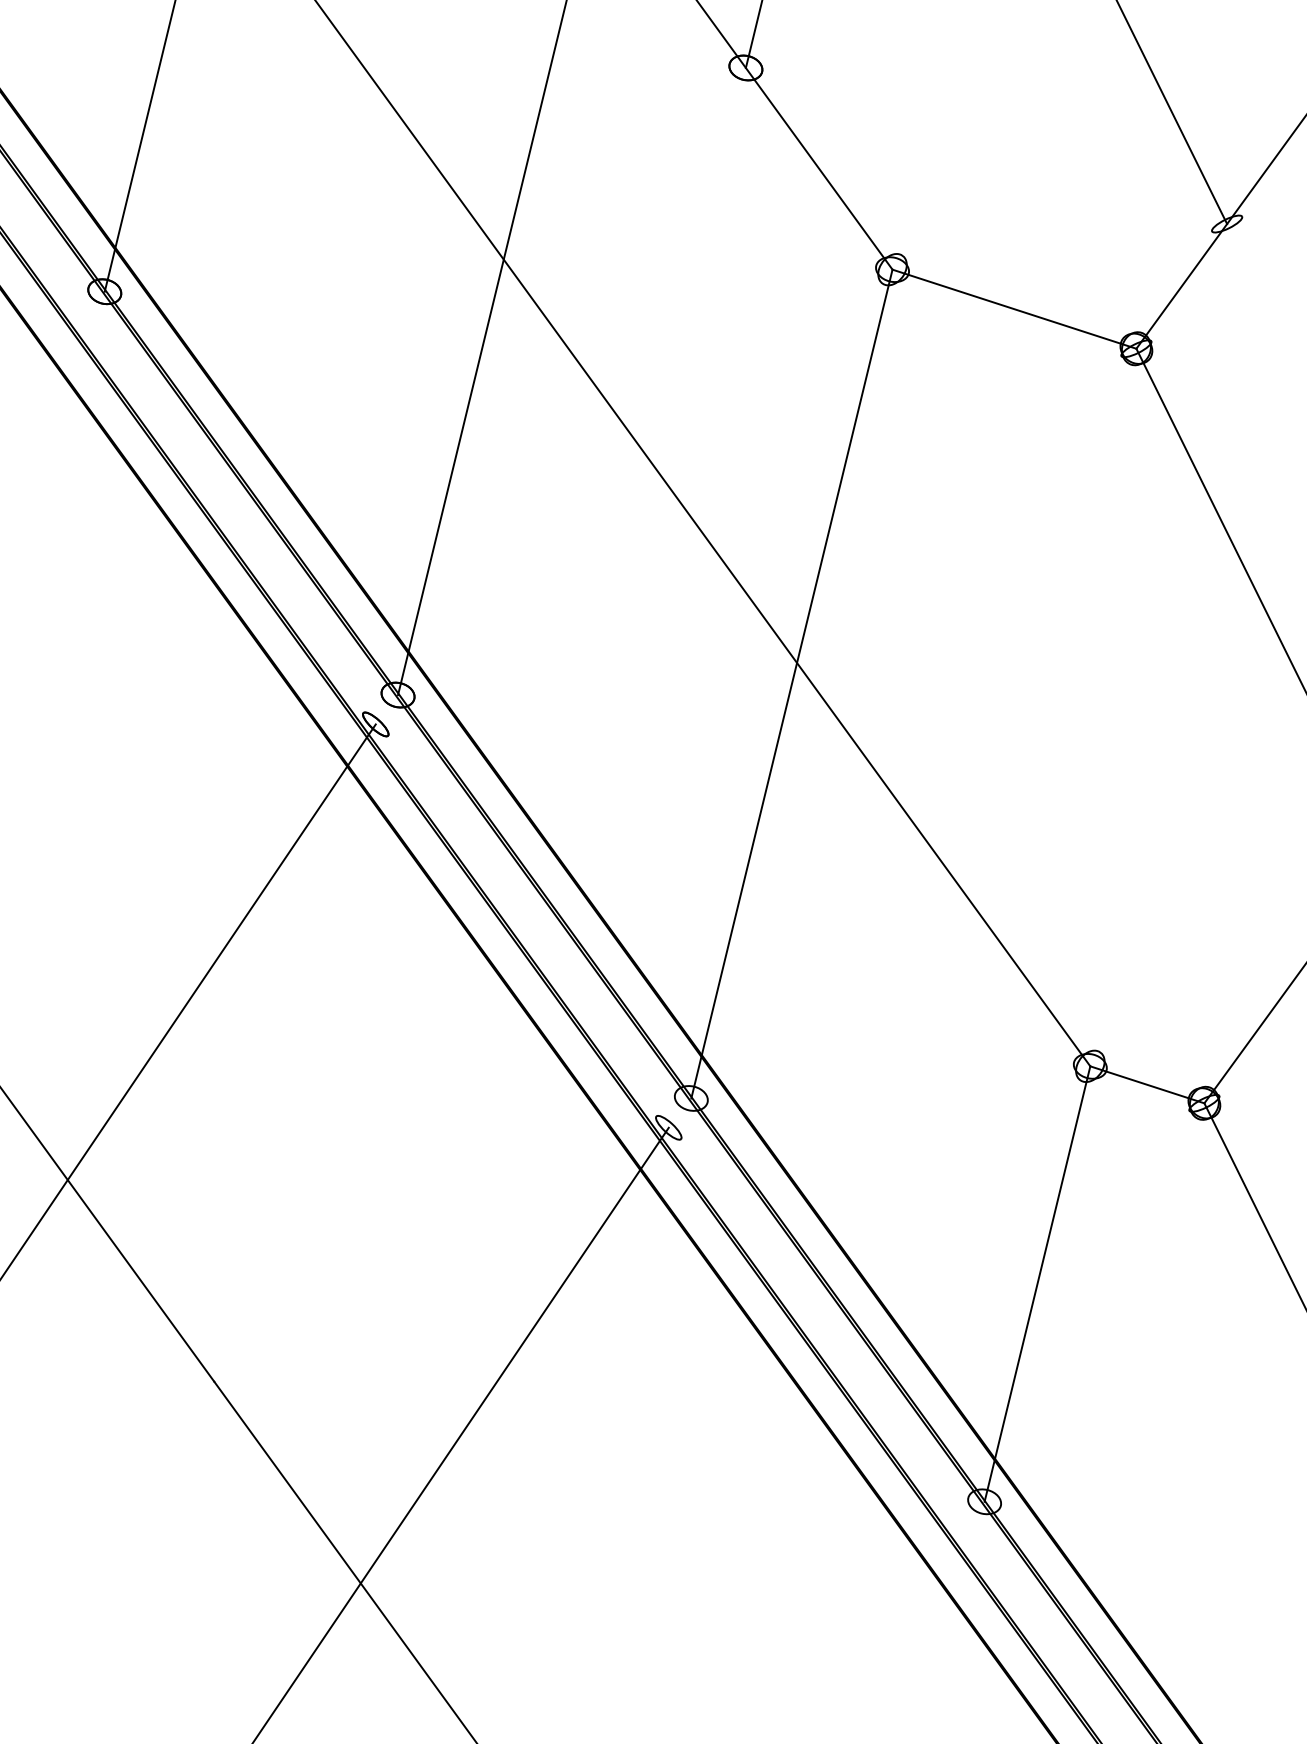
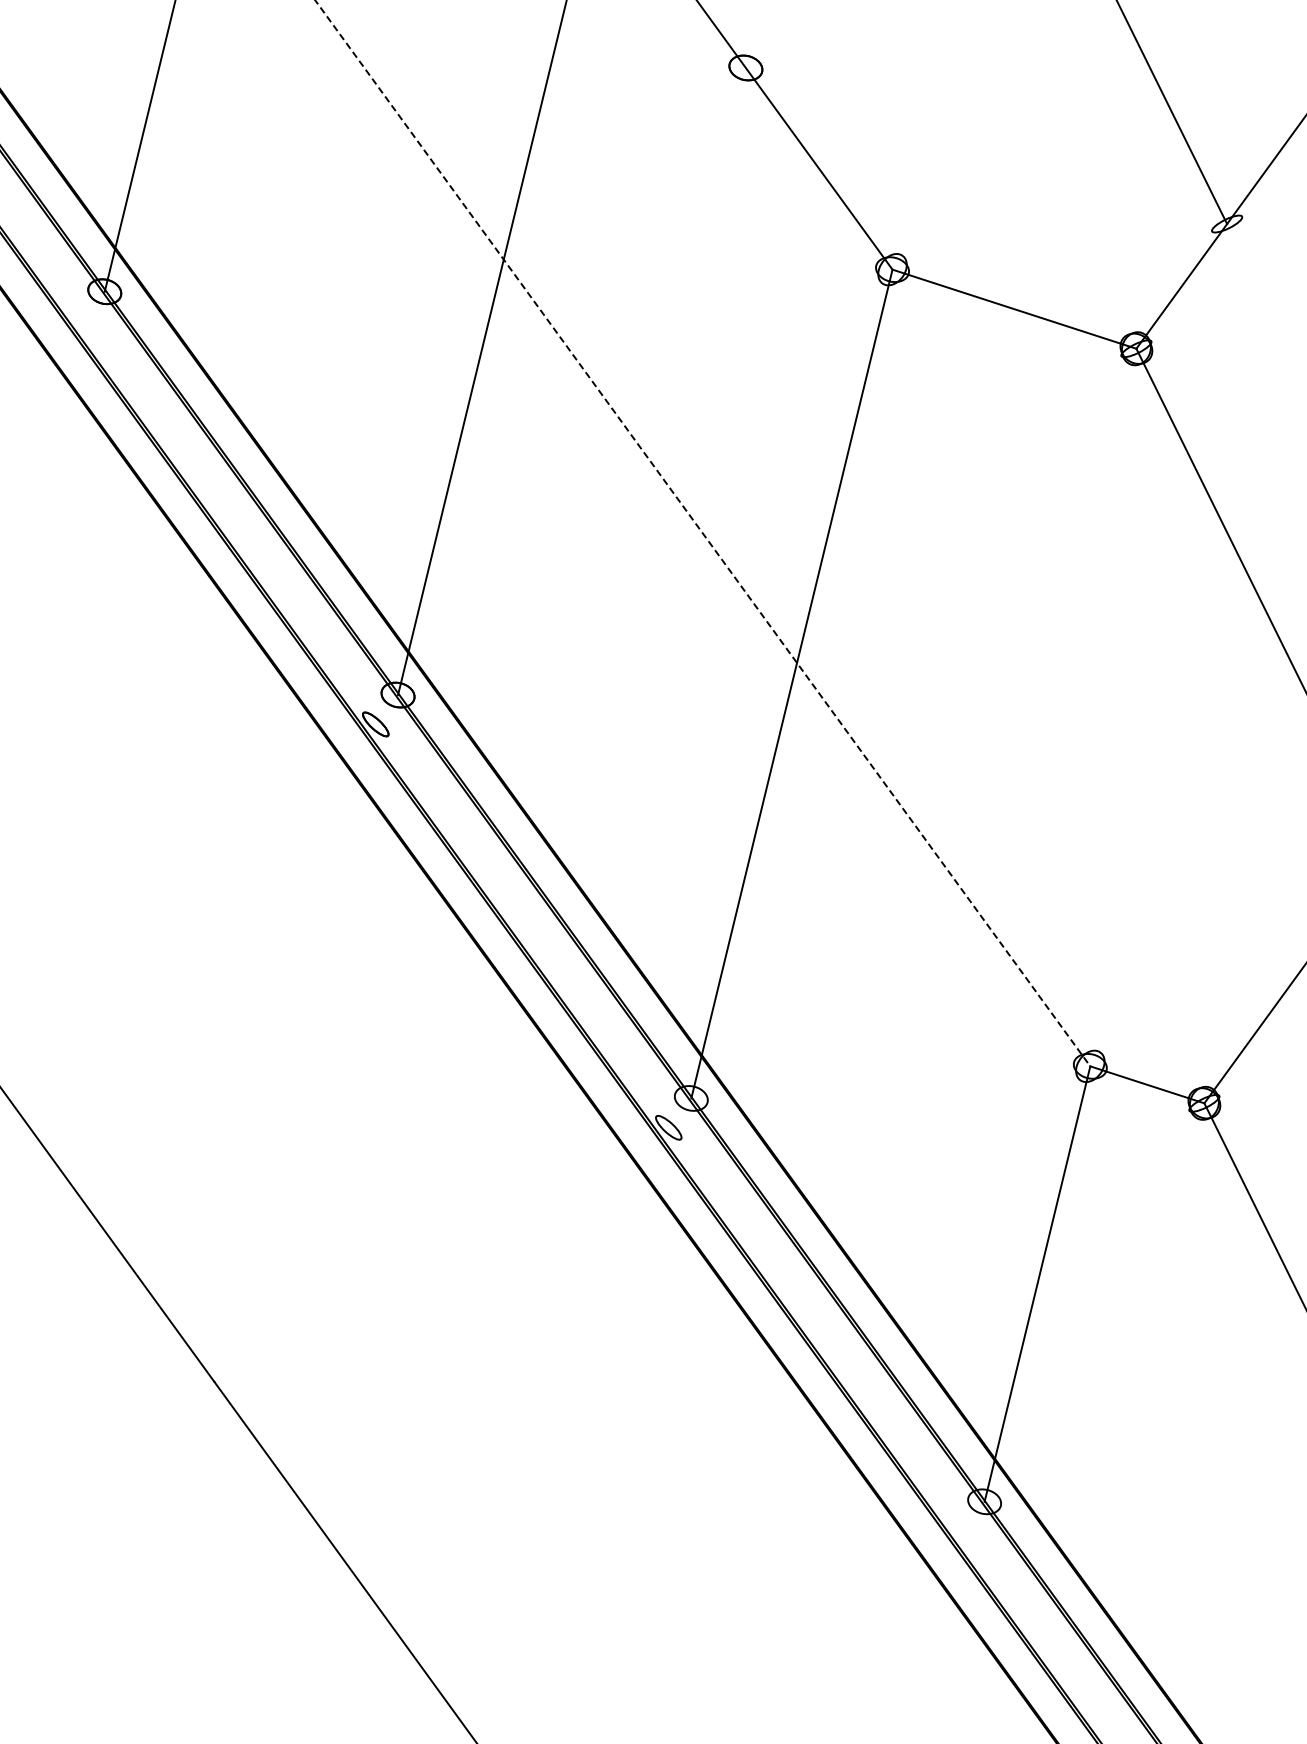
line at (753, 35): present -> none
line at (703, 533): solid -> dashed
line at (188, 1000): present -> none
line at (461, 1433): present -> none
